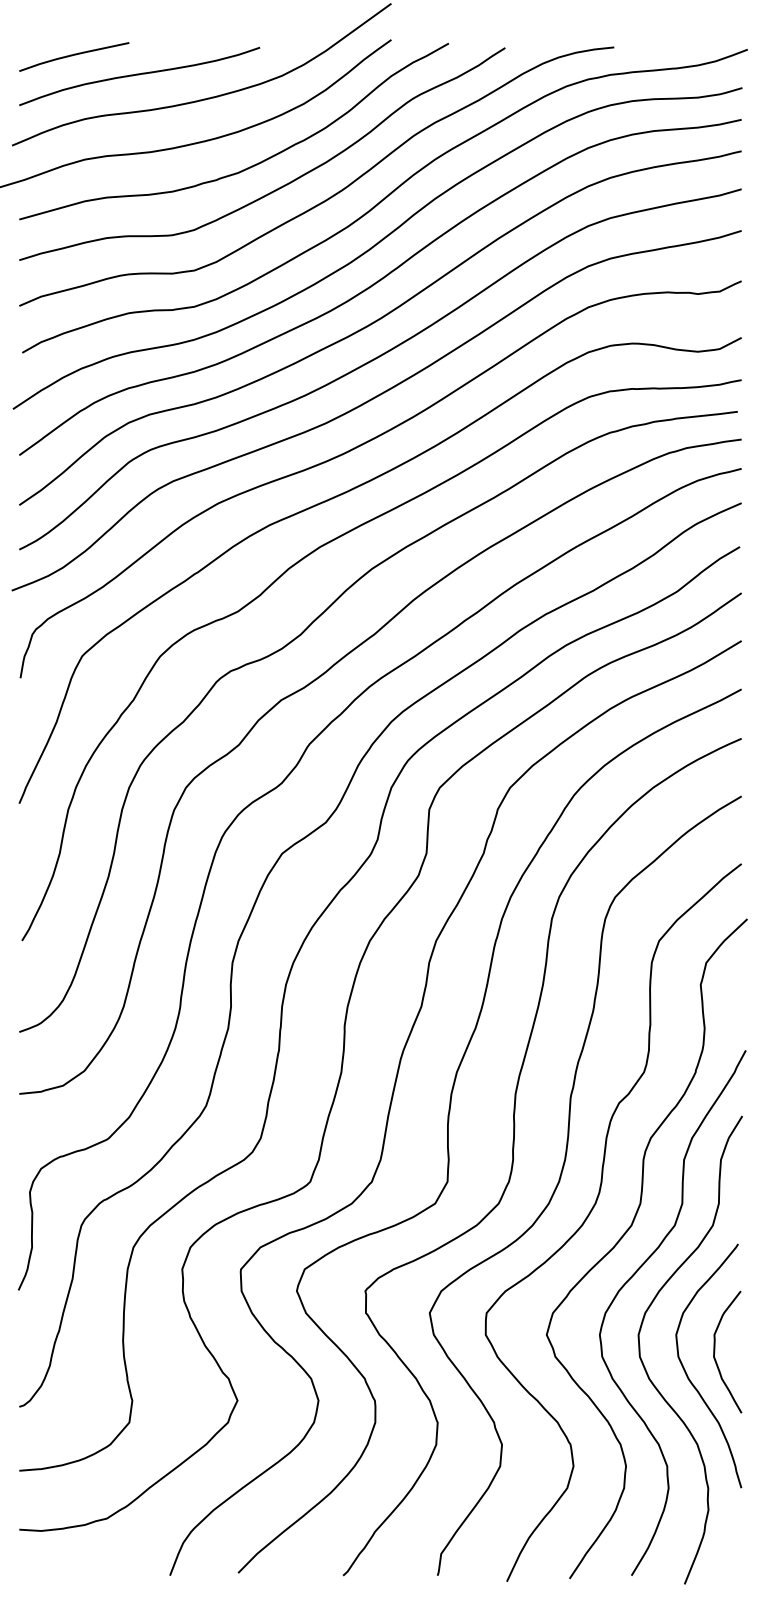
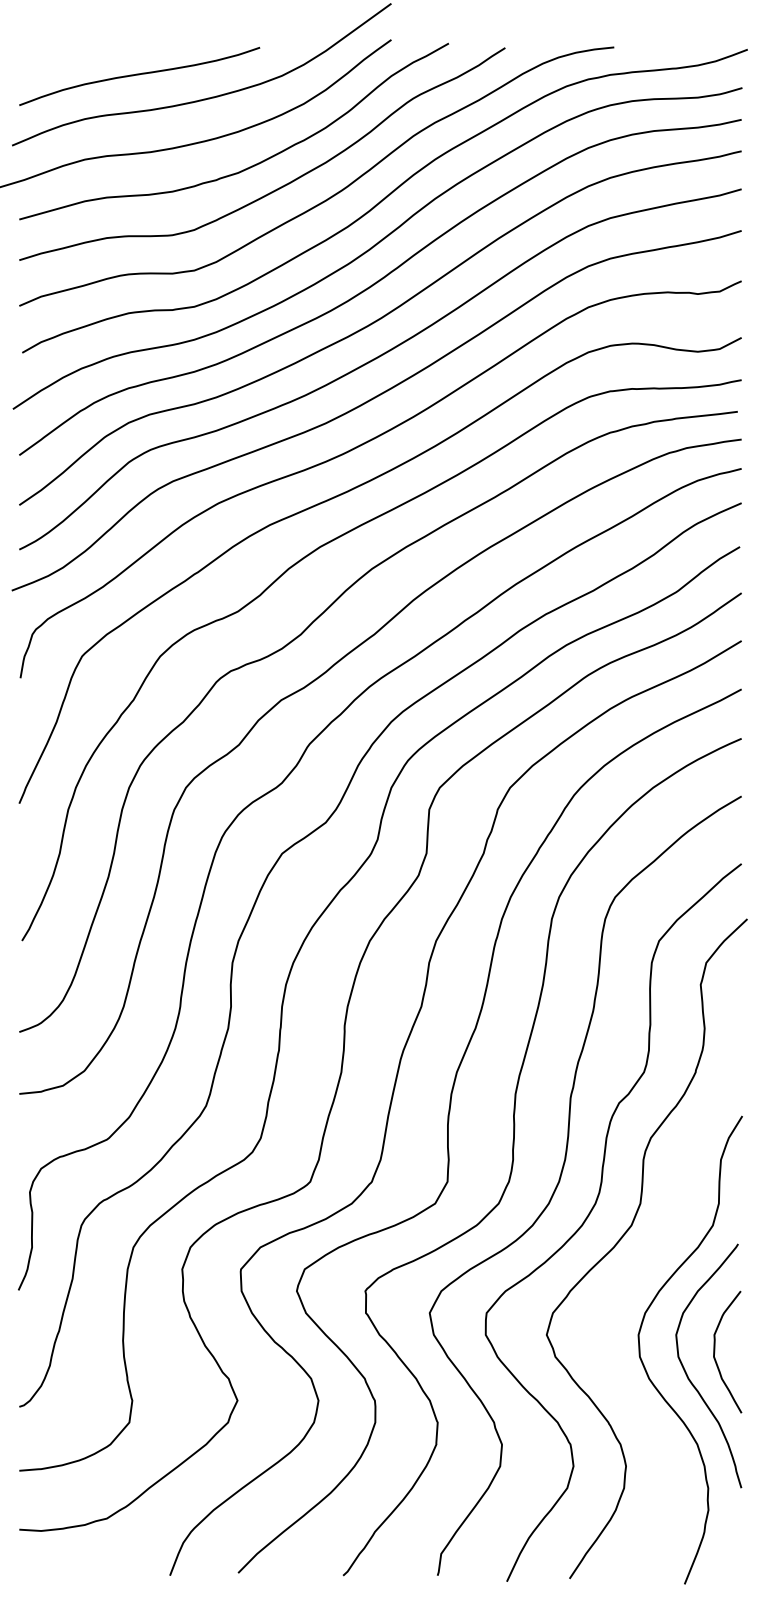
curve at (74, 55): present -> none
curve at (635, 1274): present -> none
